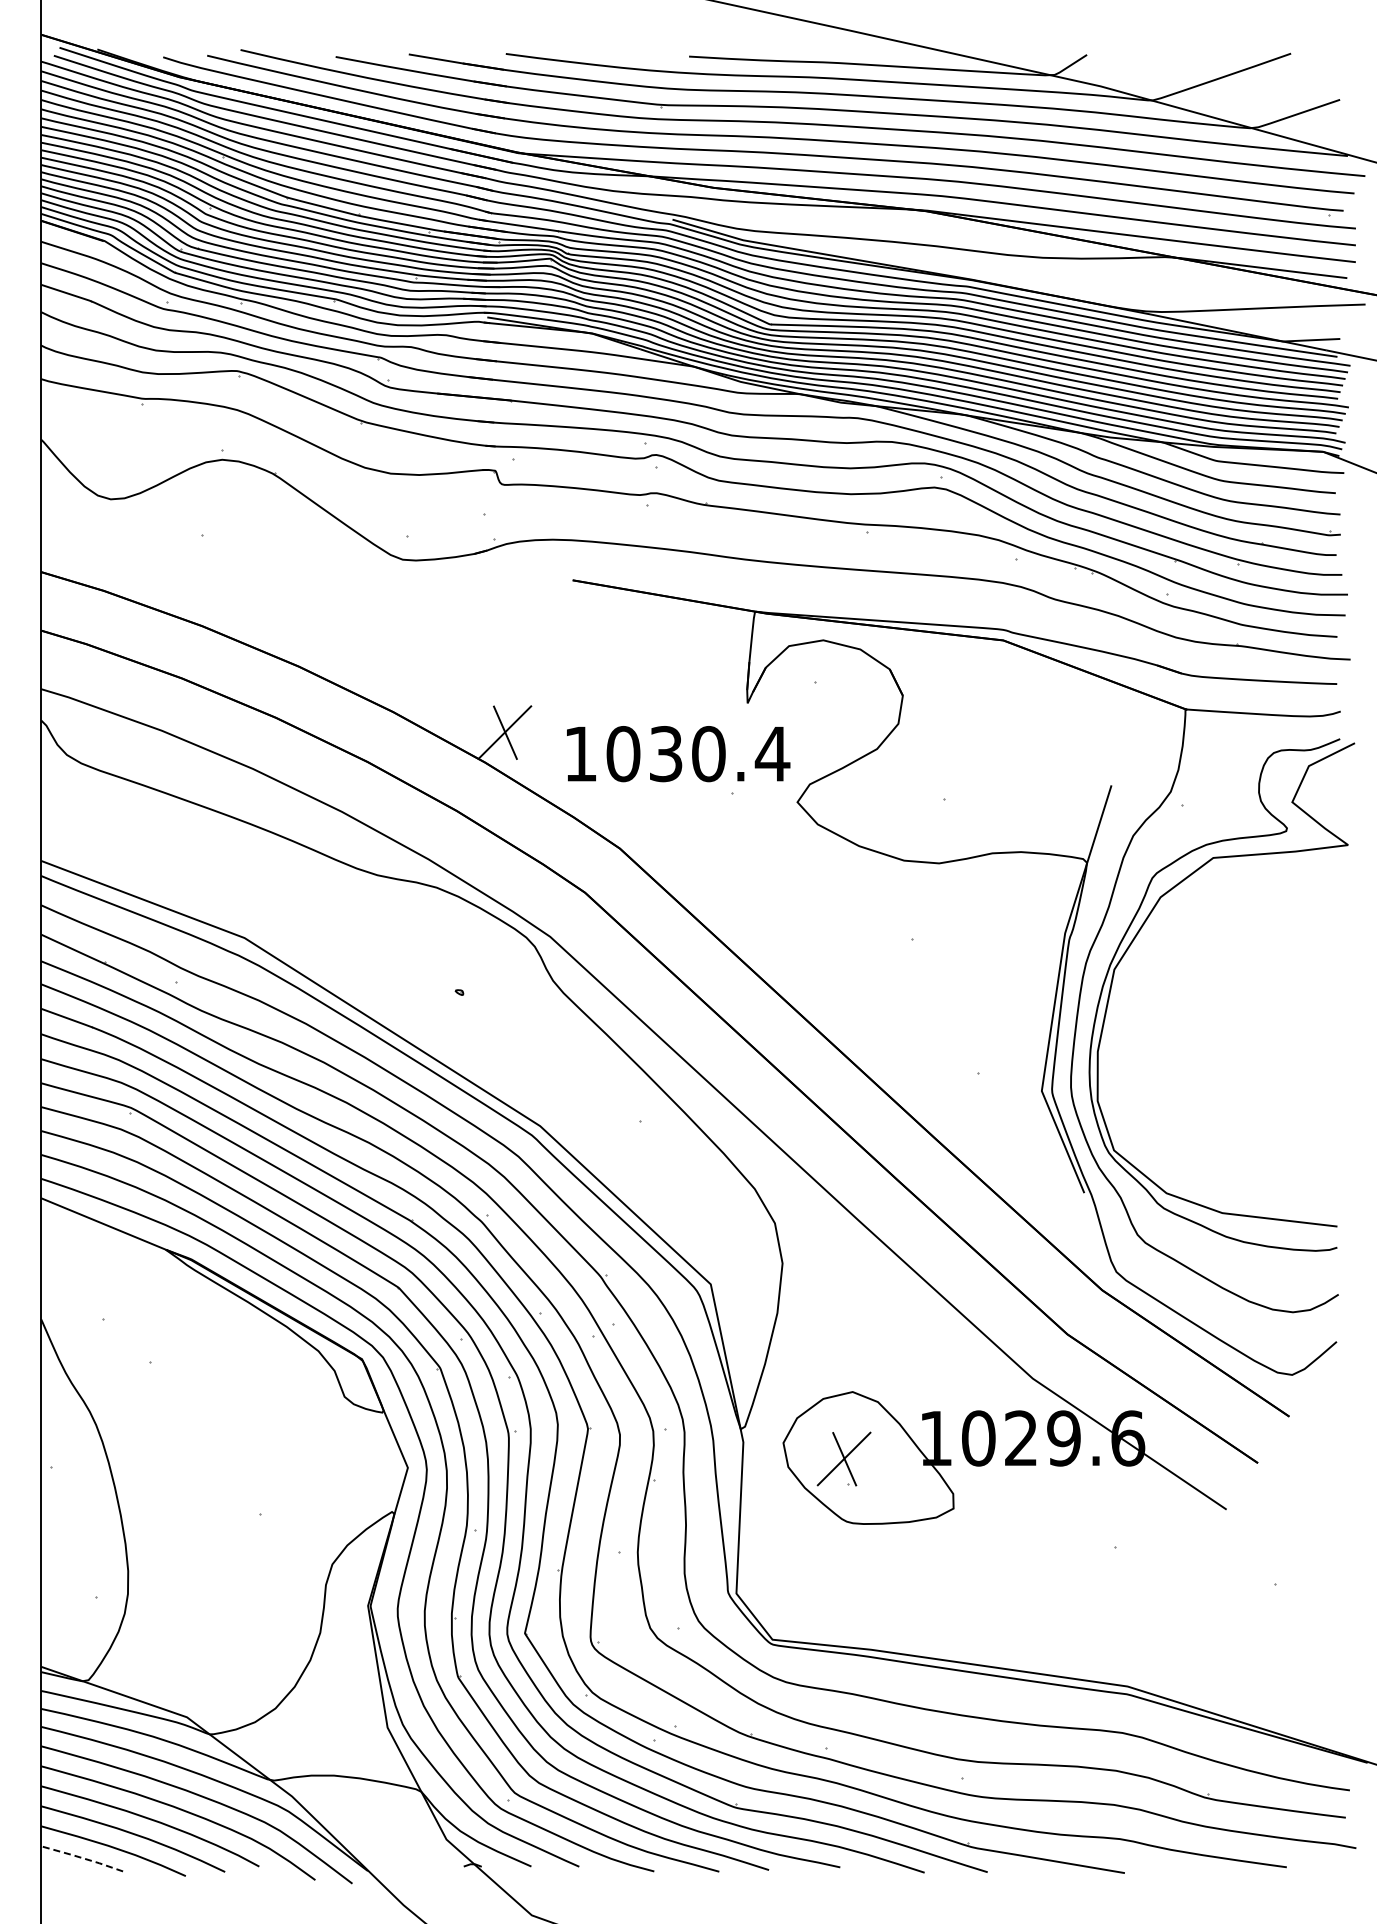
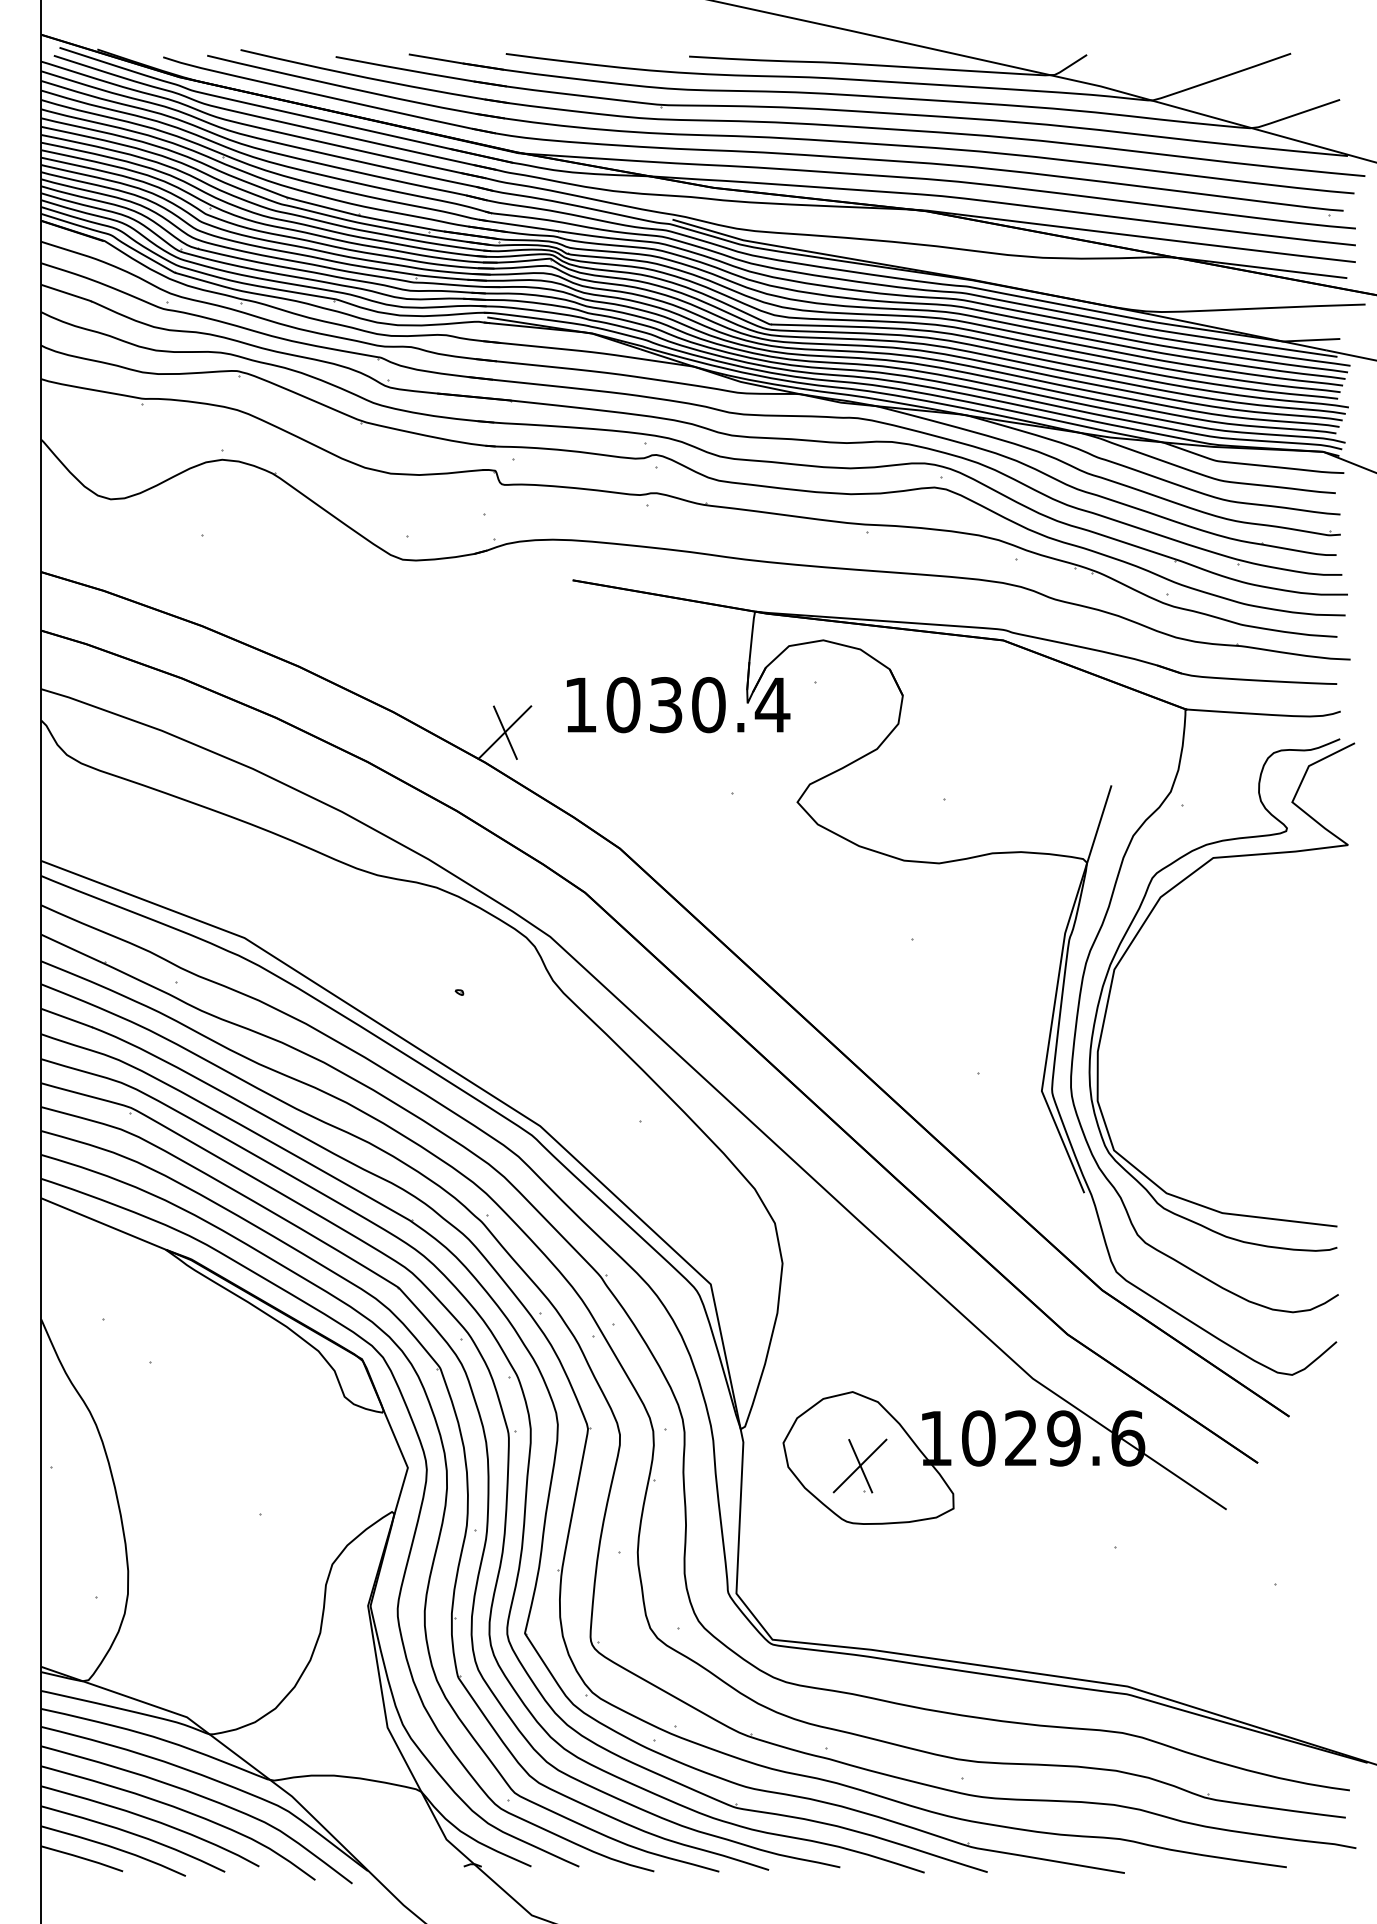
text at (678, 754) position: (678, 754) -> (678, 705)
part at (843, 1458) position: (843, 1458) -> (859, 1465)
line at (82, 1858): dashed -> solid
